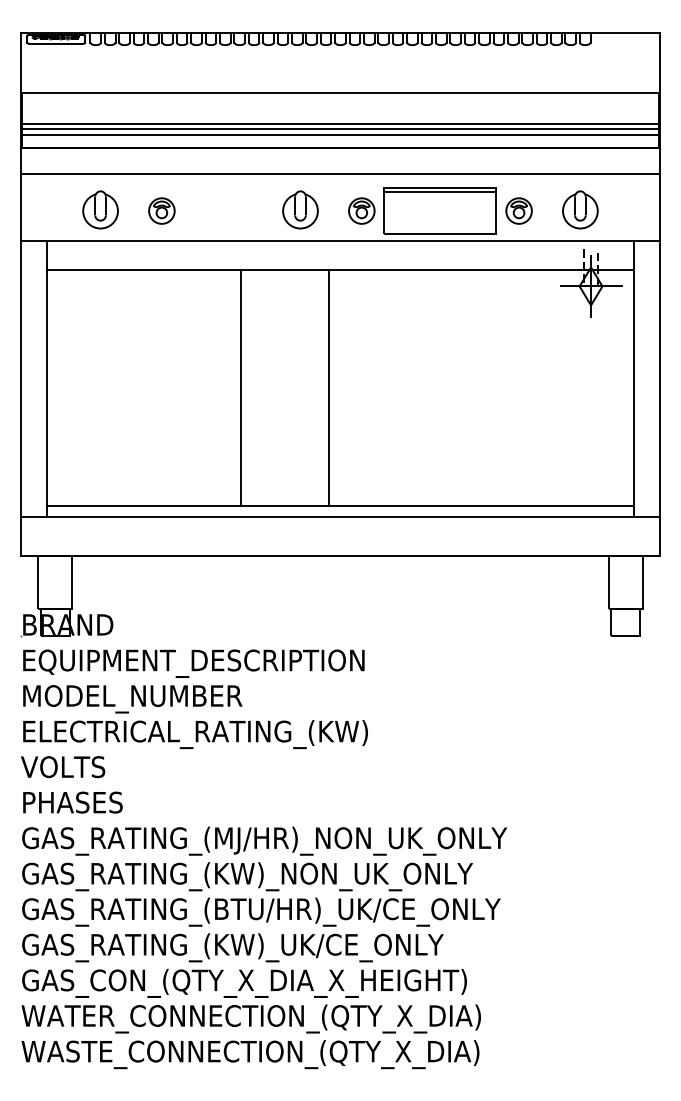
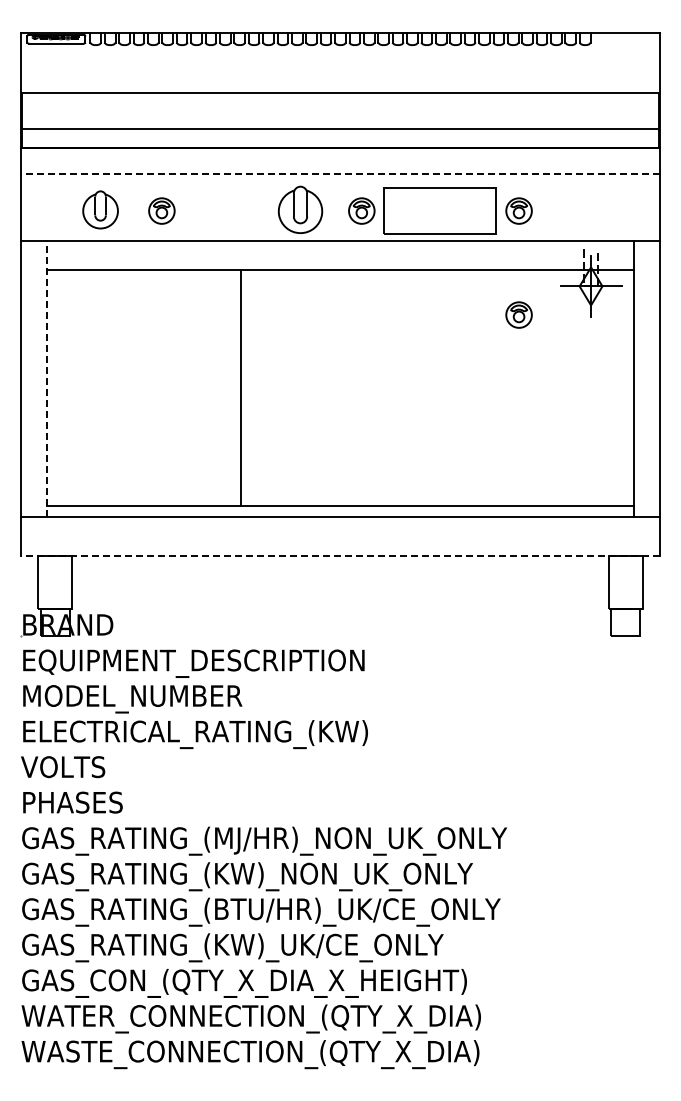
line at (340, 124): present -> none
line at (340, 135): present -> none
line at (340, 173): solid -> dashed
line at (440, 191): present -> none
part at (300, 209) size: 37x40 px -> 47x49 px
part at (580, 209): present -> none
part at (518, 314): none -> present
line at (47, 379): solid -> dashed
line at (329, 388): present -> none
line at (340, 555): solid -> dashed
